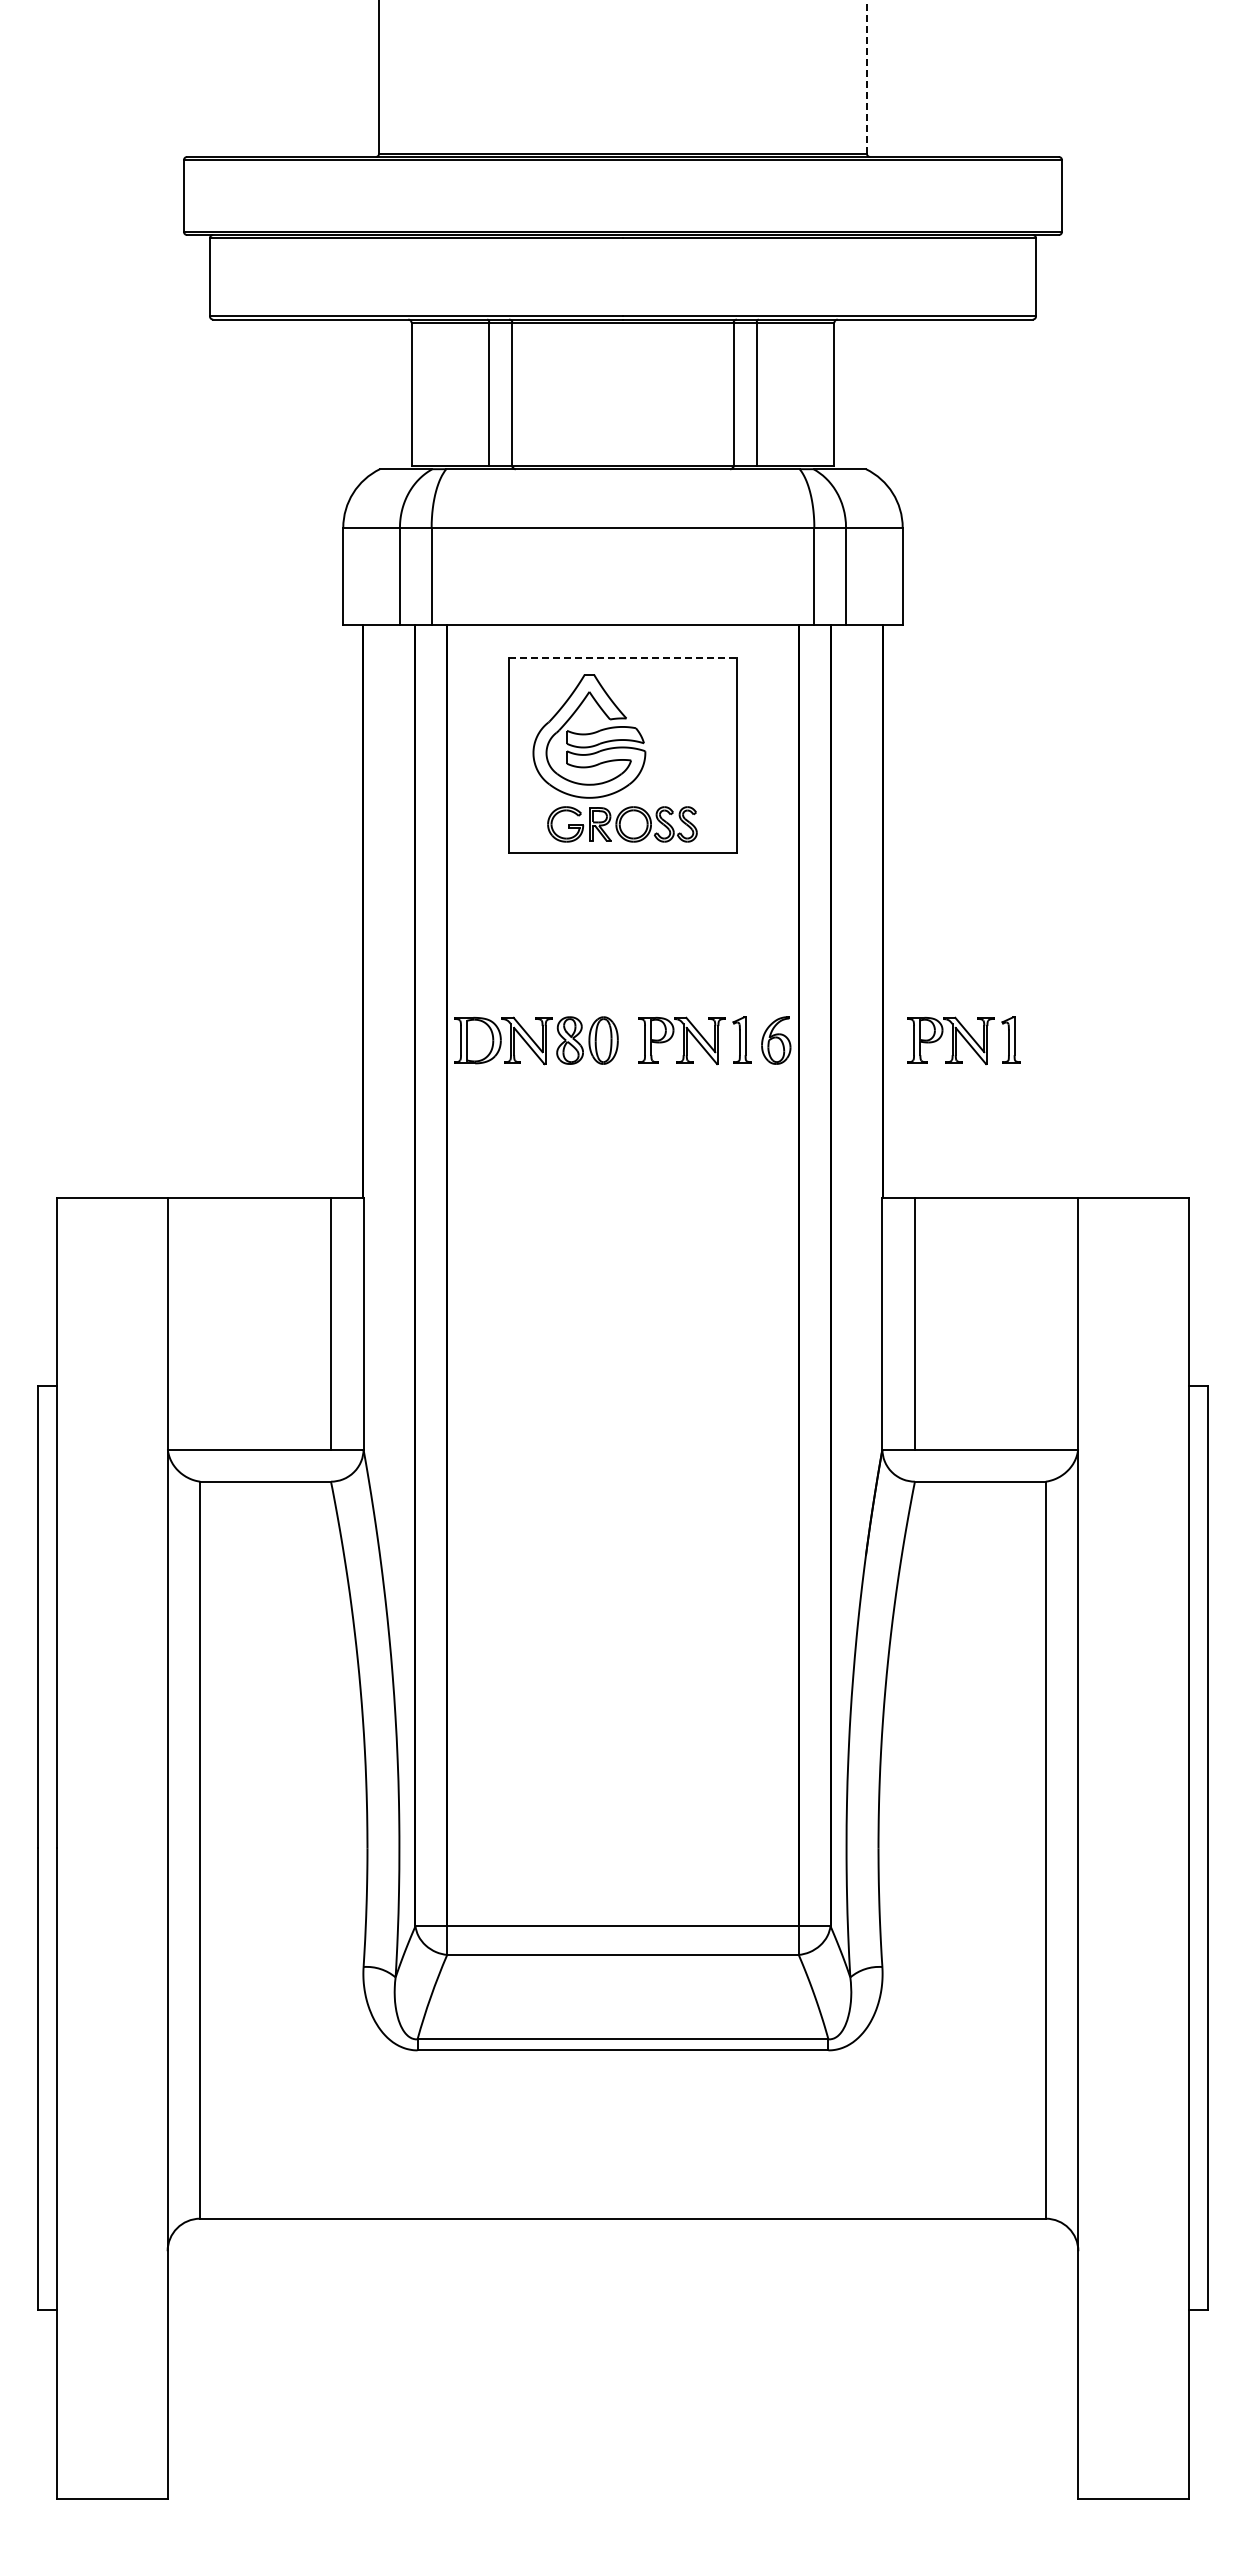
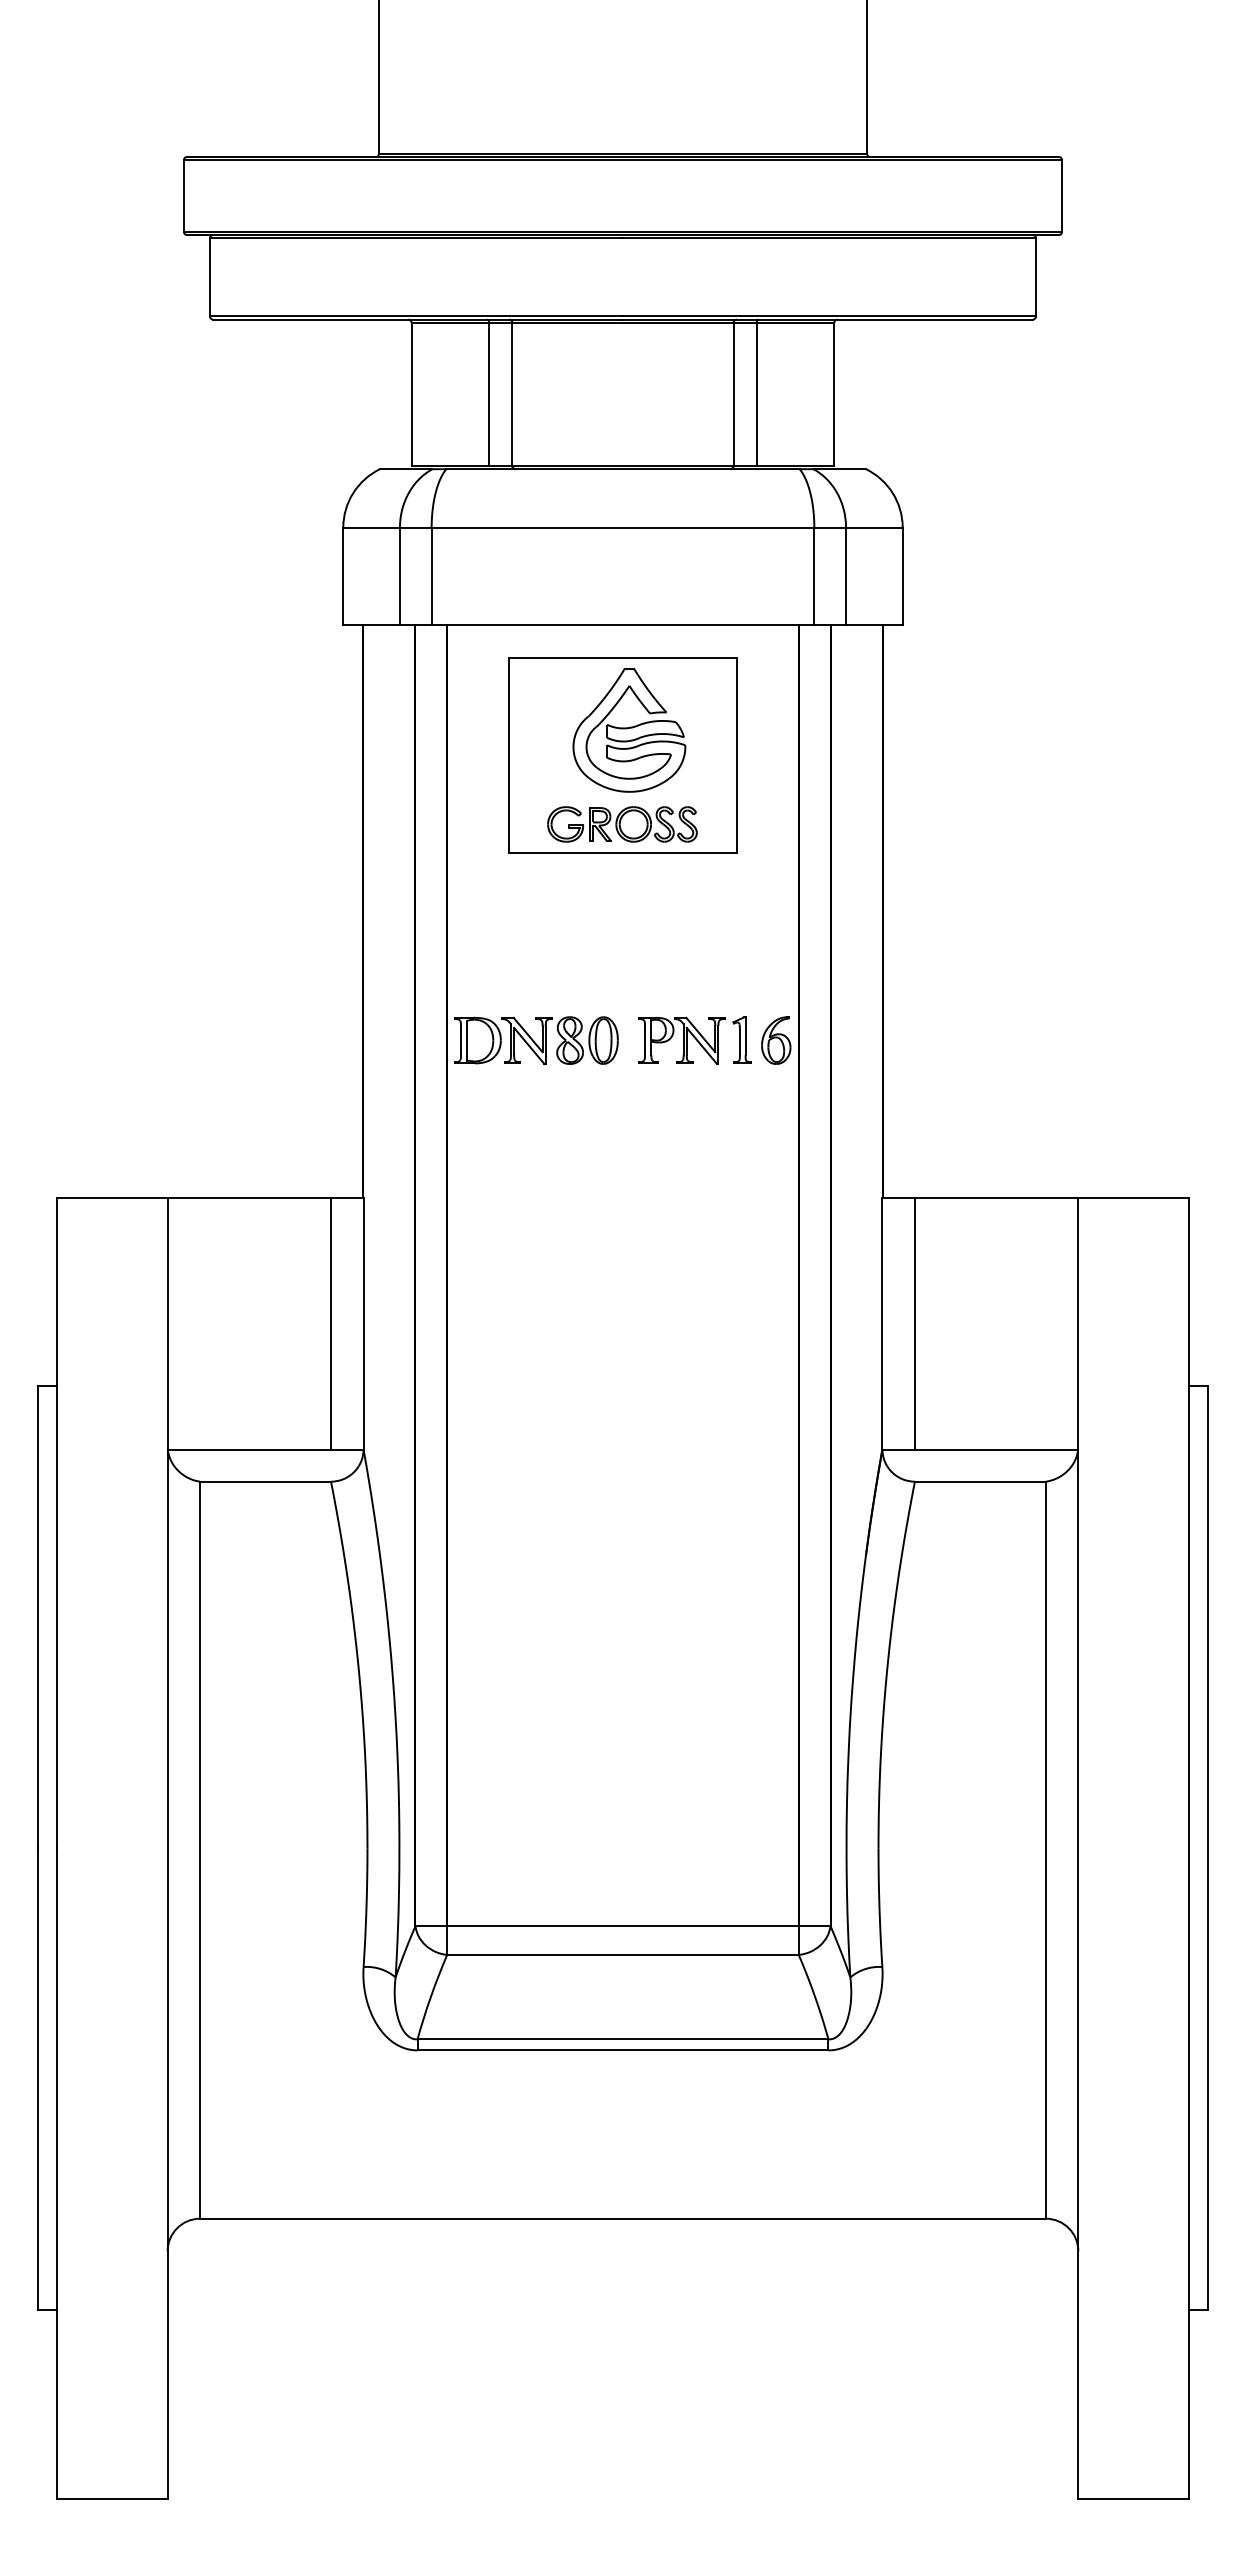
line at (866, 76): dashed -> solid
line at (623, 657): dashed -> solid
part at (589, 736) position: (589, 736) -> (629, 730)
part at (963, 1040): present -> none
